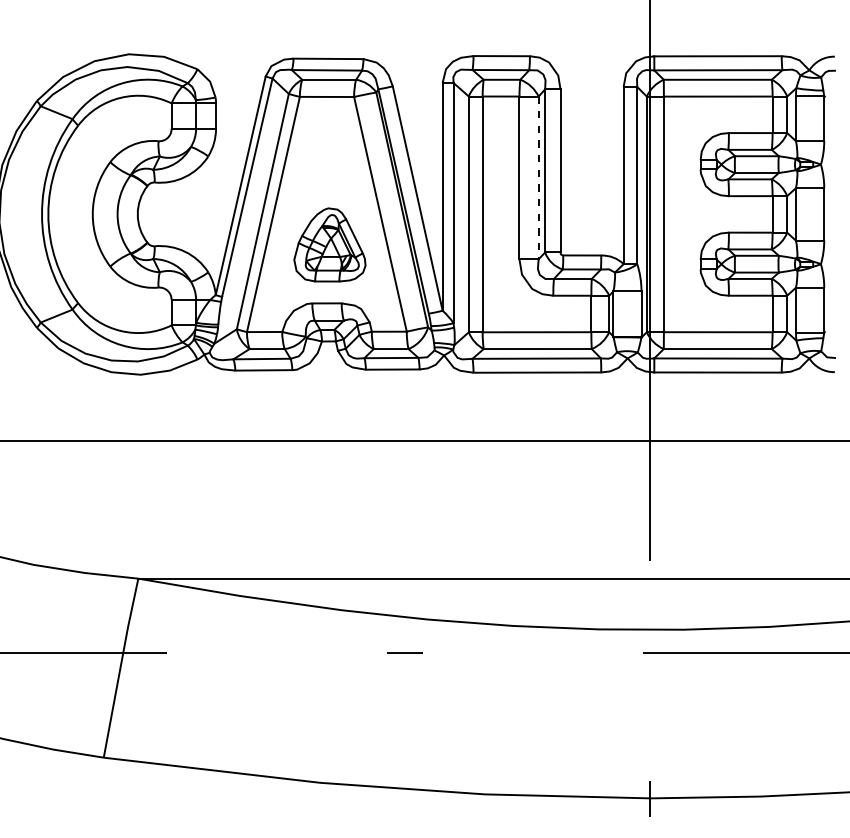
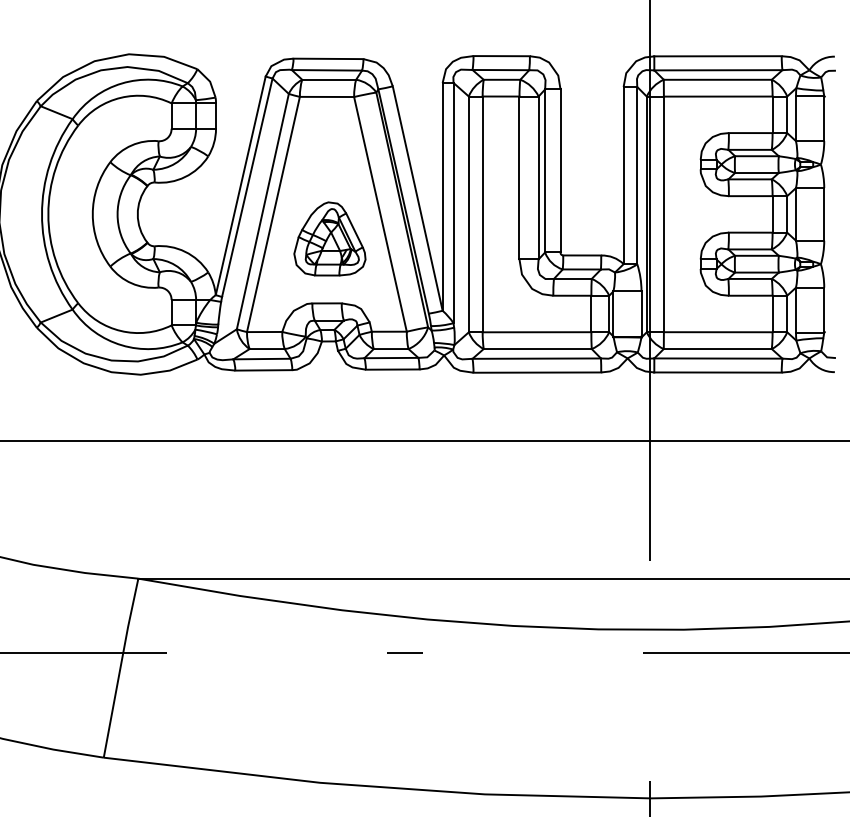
line at (538, 178): dashed -> solid
part at (329, 244) position: (329, 244) -> (329, 238)
